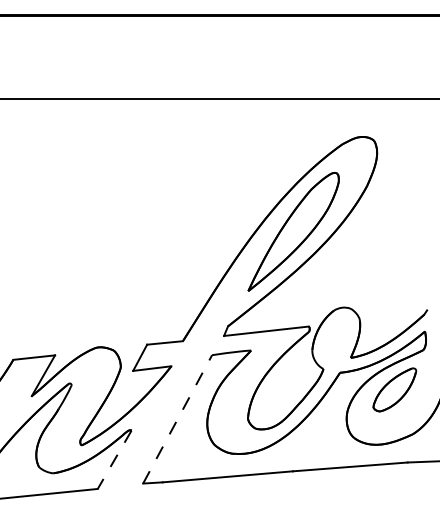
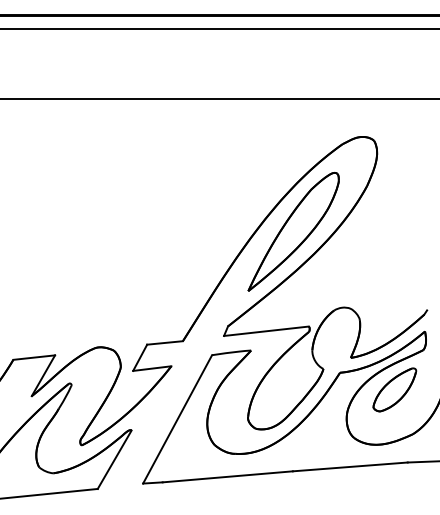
line at (219, 29): none -> present
line at (177, 419): dashed -> solid
line at (114, 459): dashed -> solid
